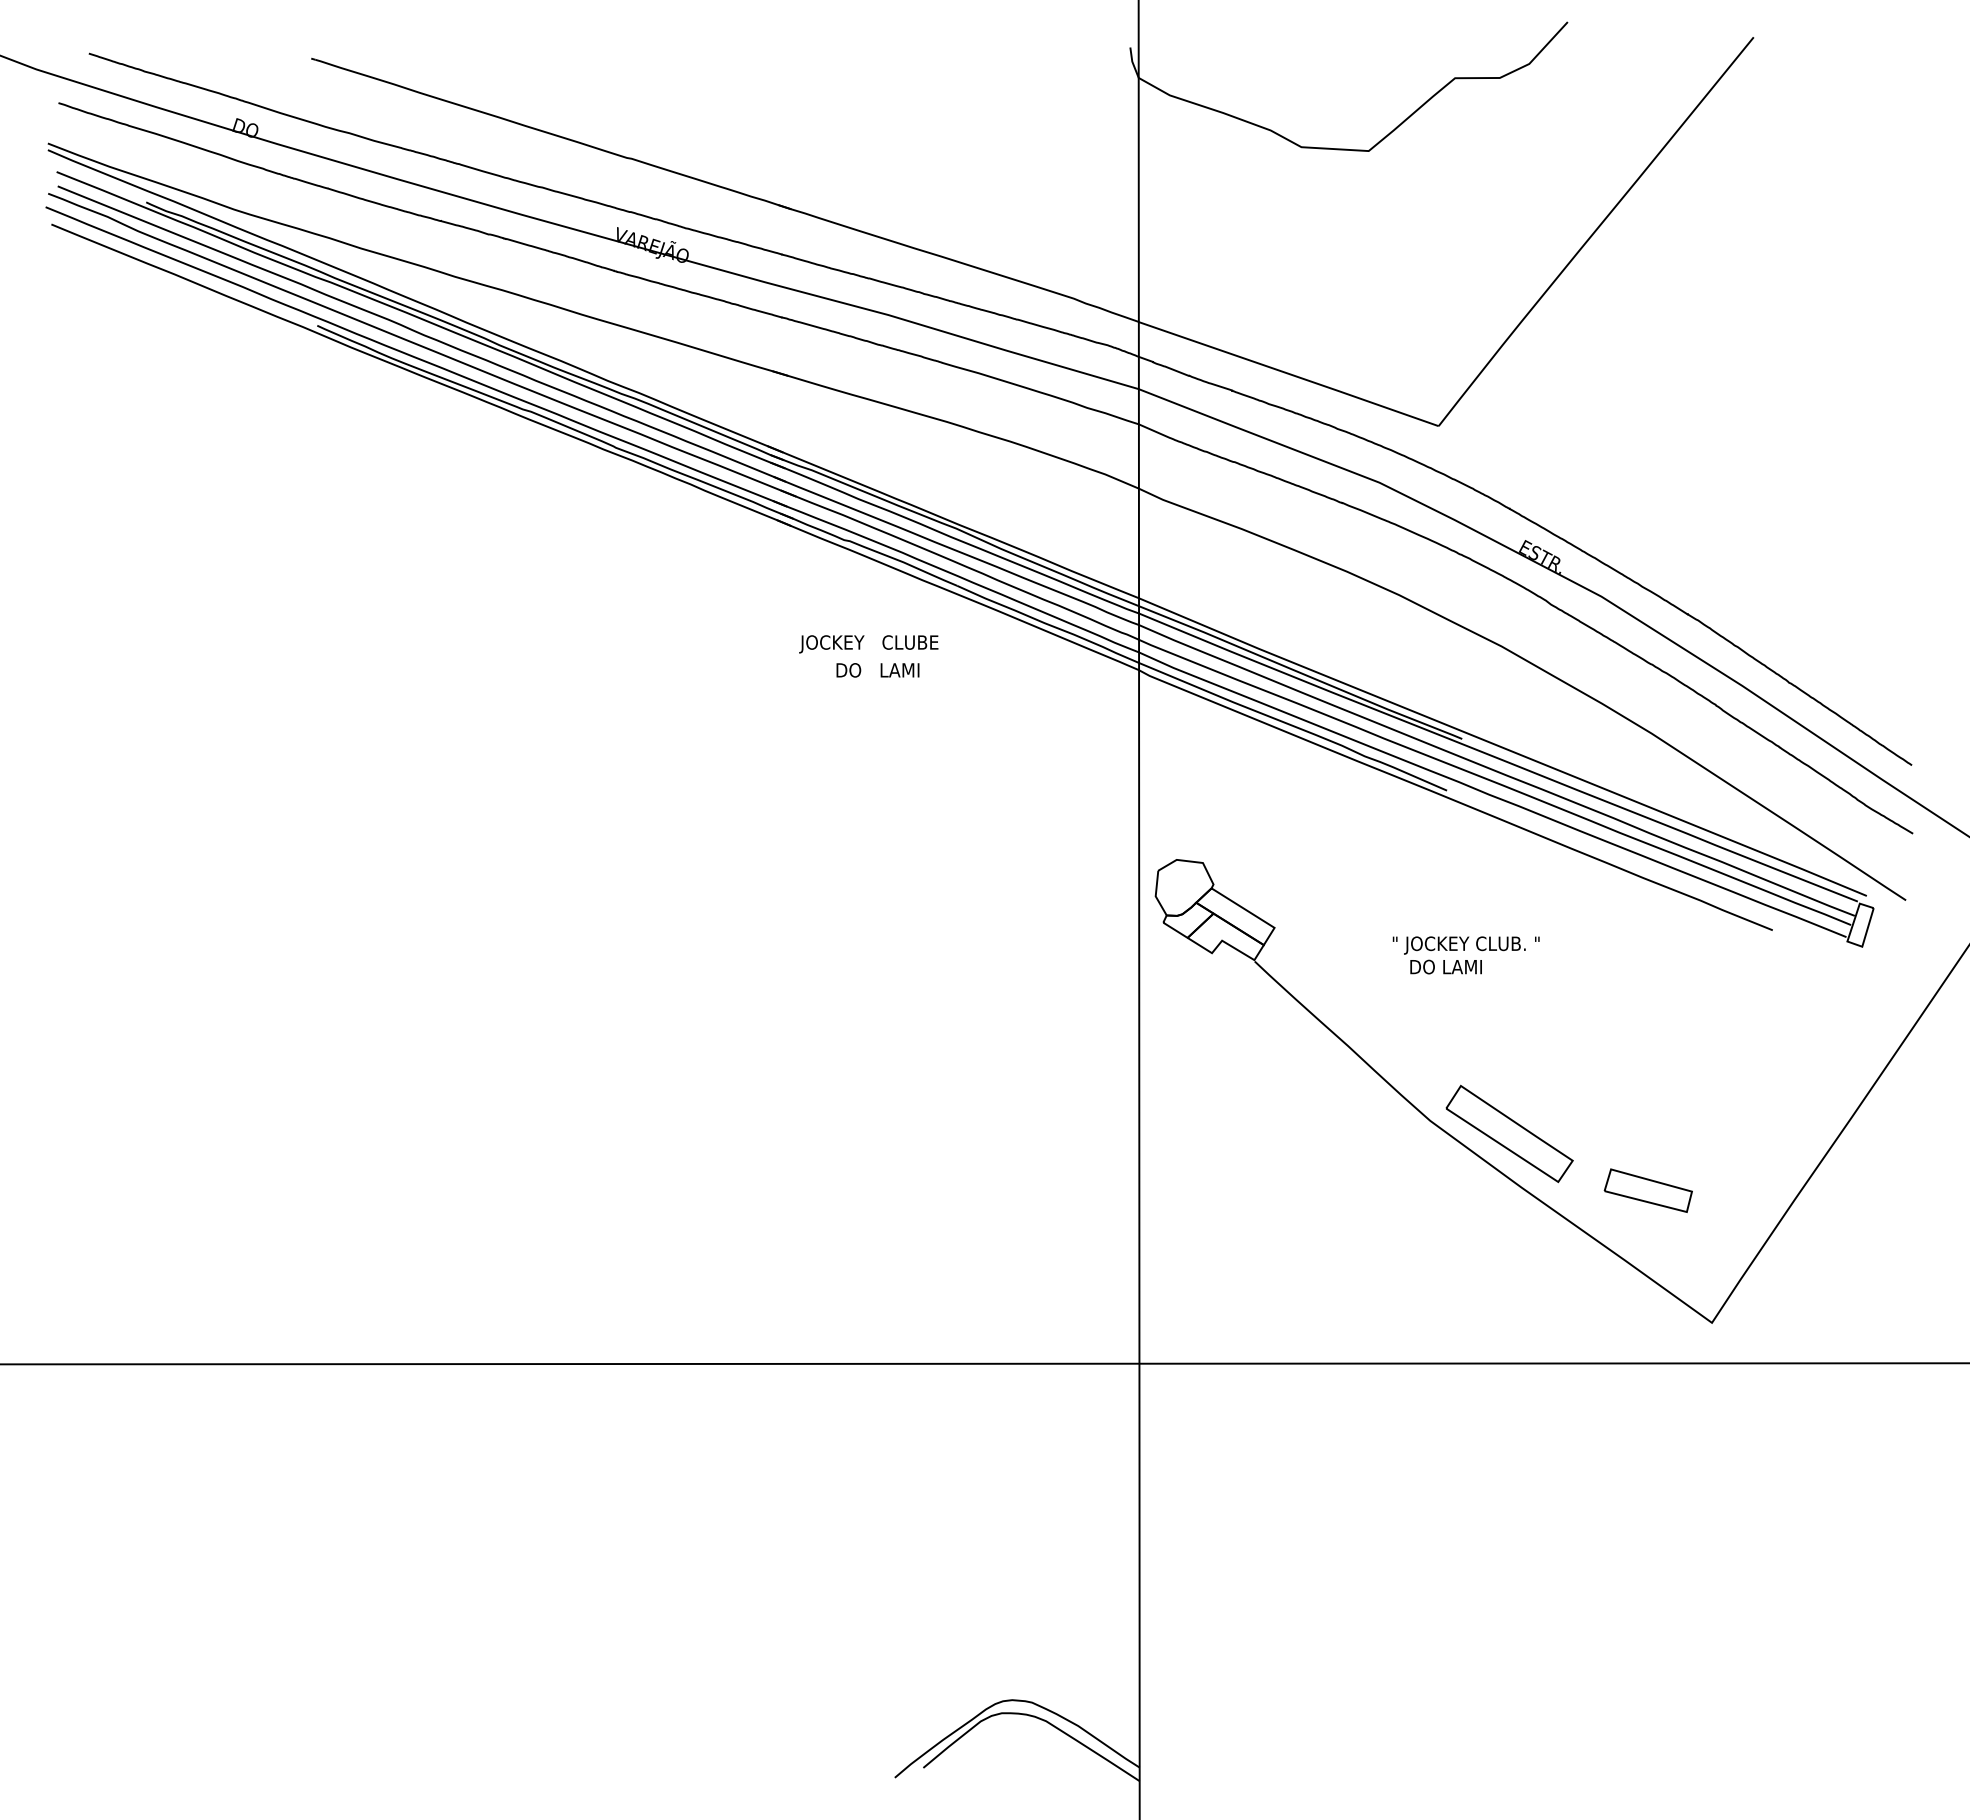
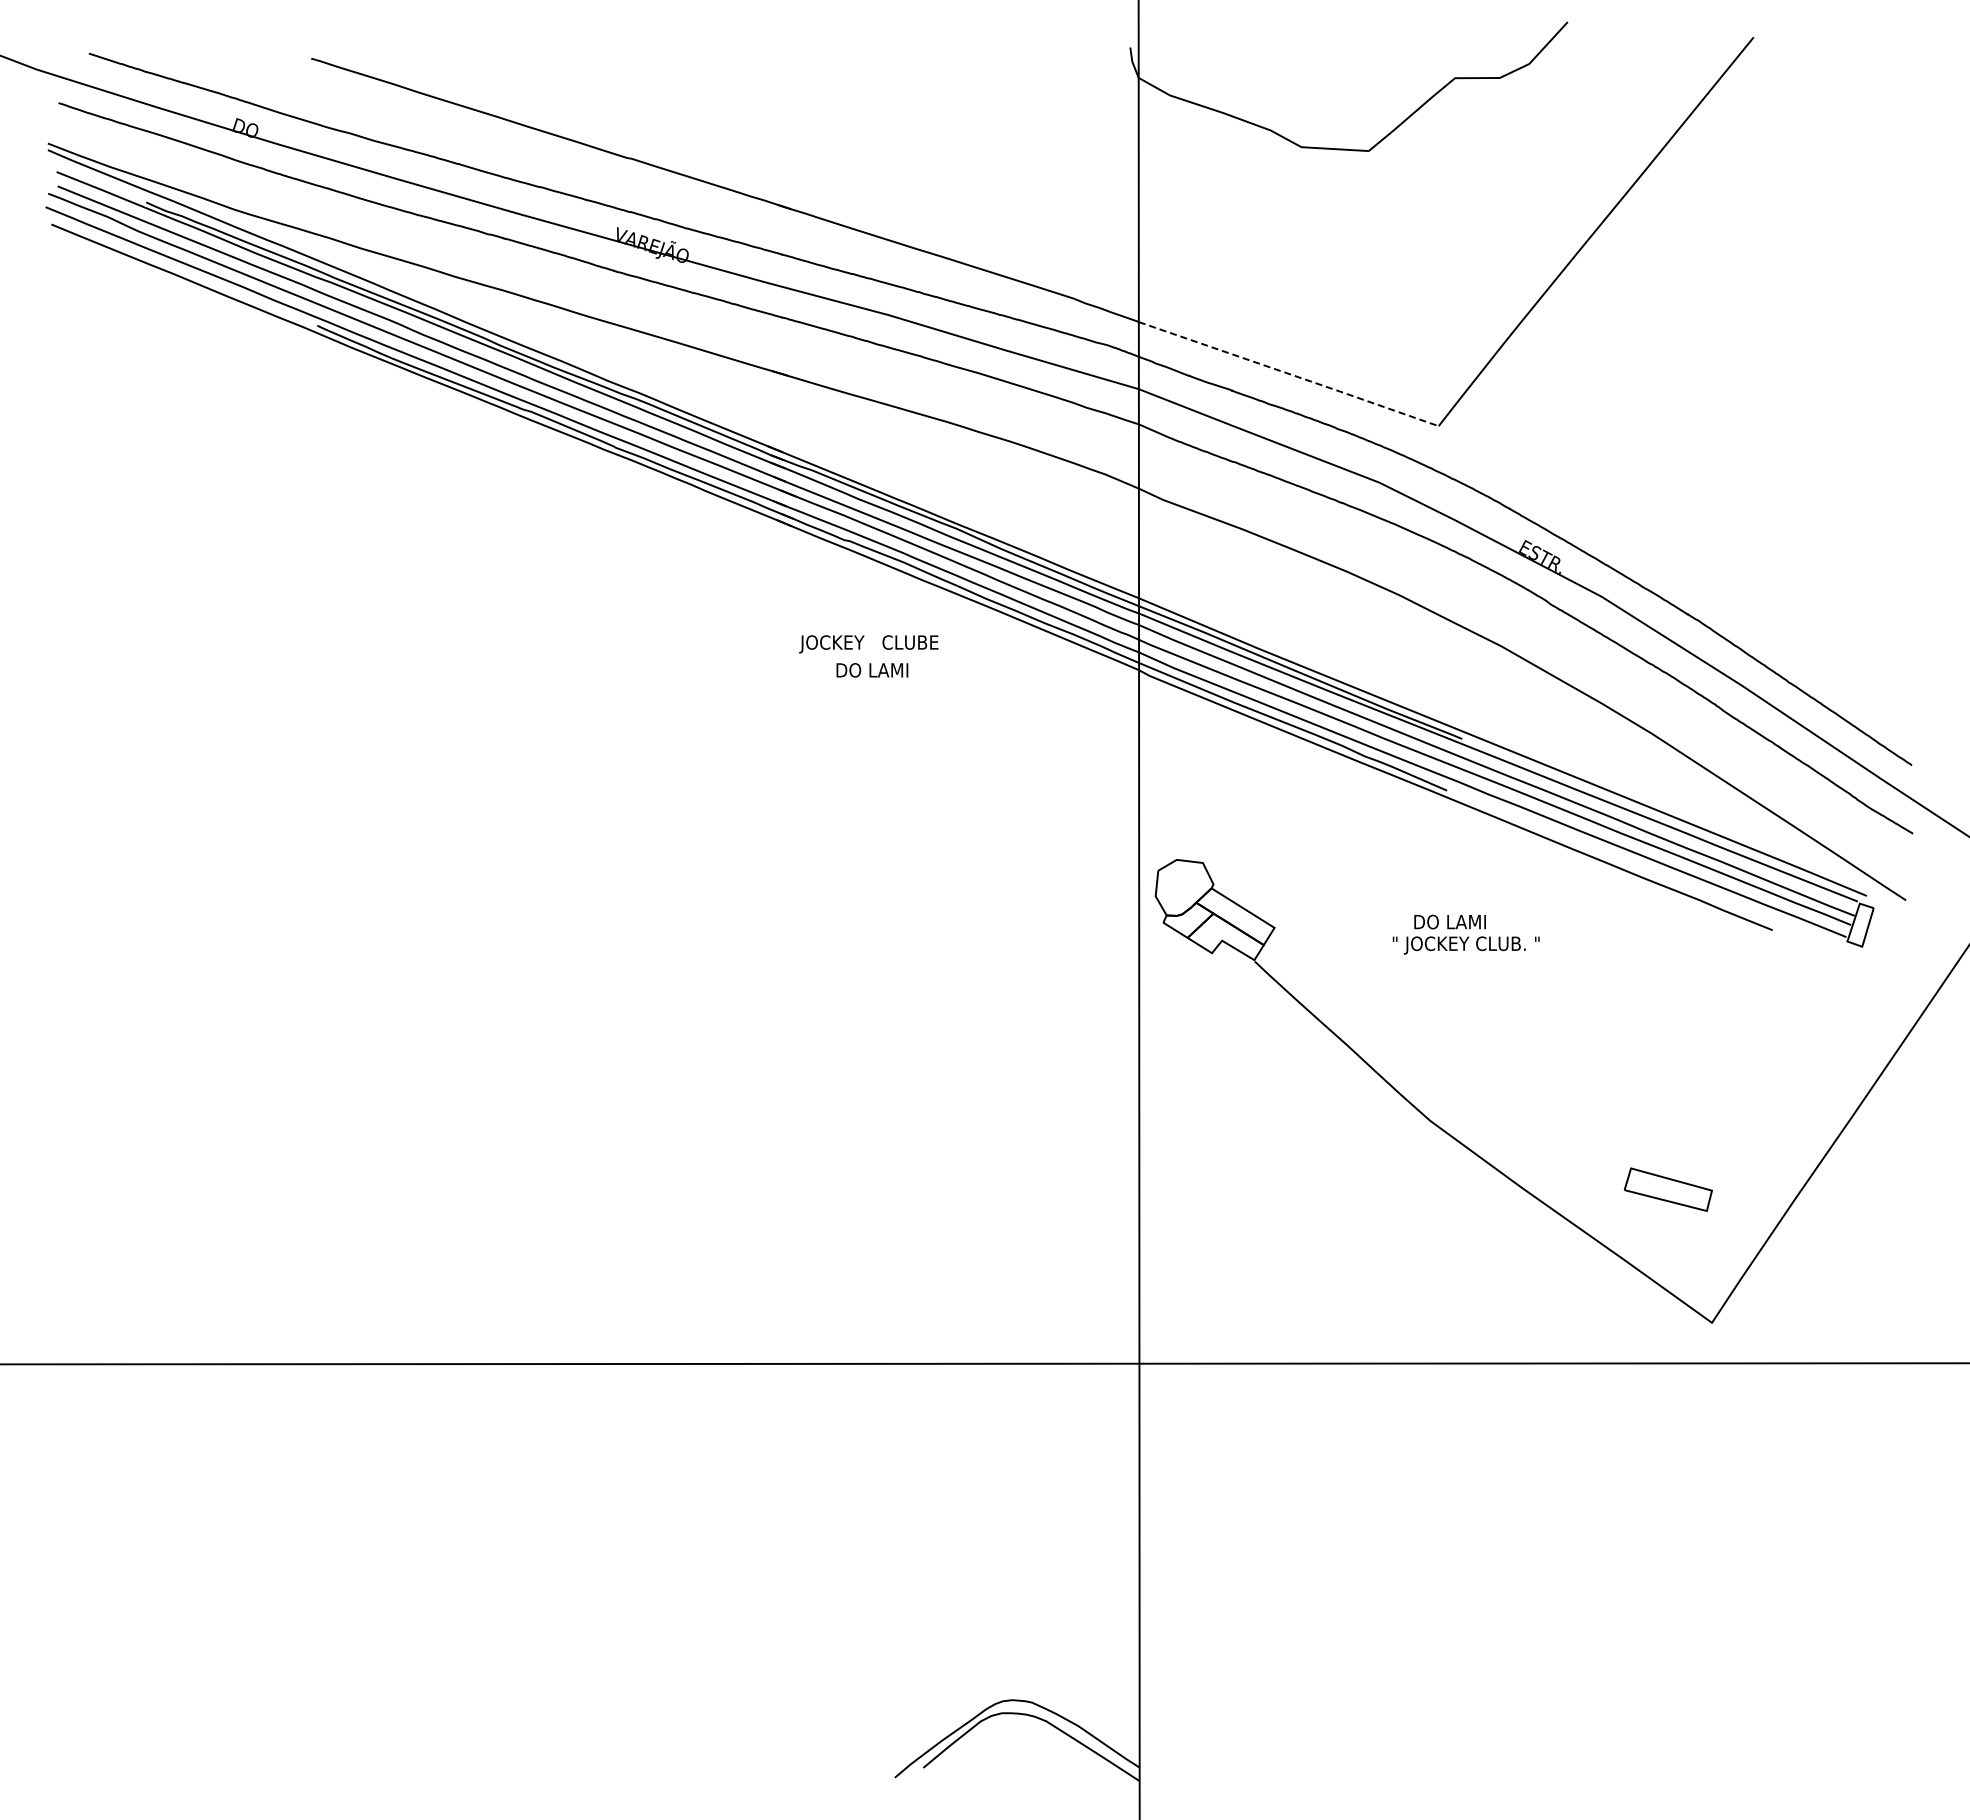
line at (1290, 374): solid -> dashed
text at (894, 670): DO   LAMI -> DO LAMI
text at (1445, 966) position: (1445, 966) -> (1449, 921)
part at (1509, 1133): present -> none
part at (1647, 1190) position: (1647, 1190) -> (1667, 1189)
